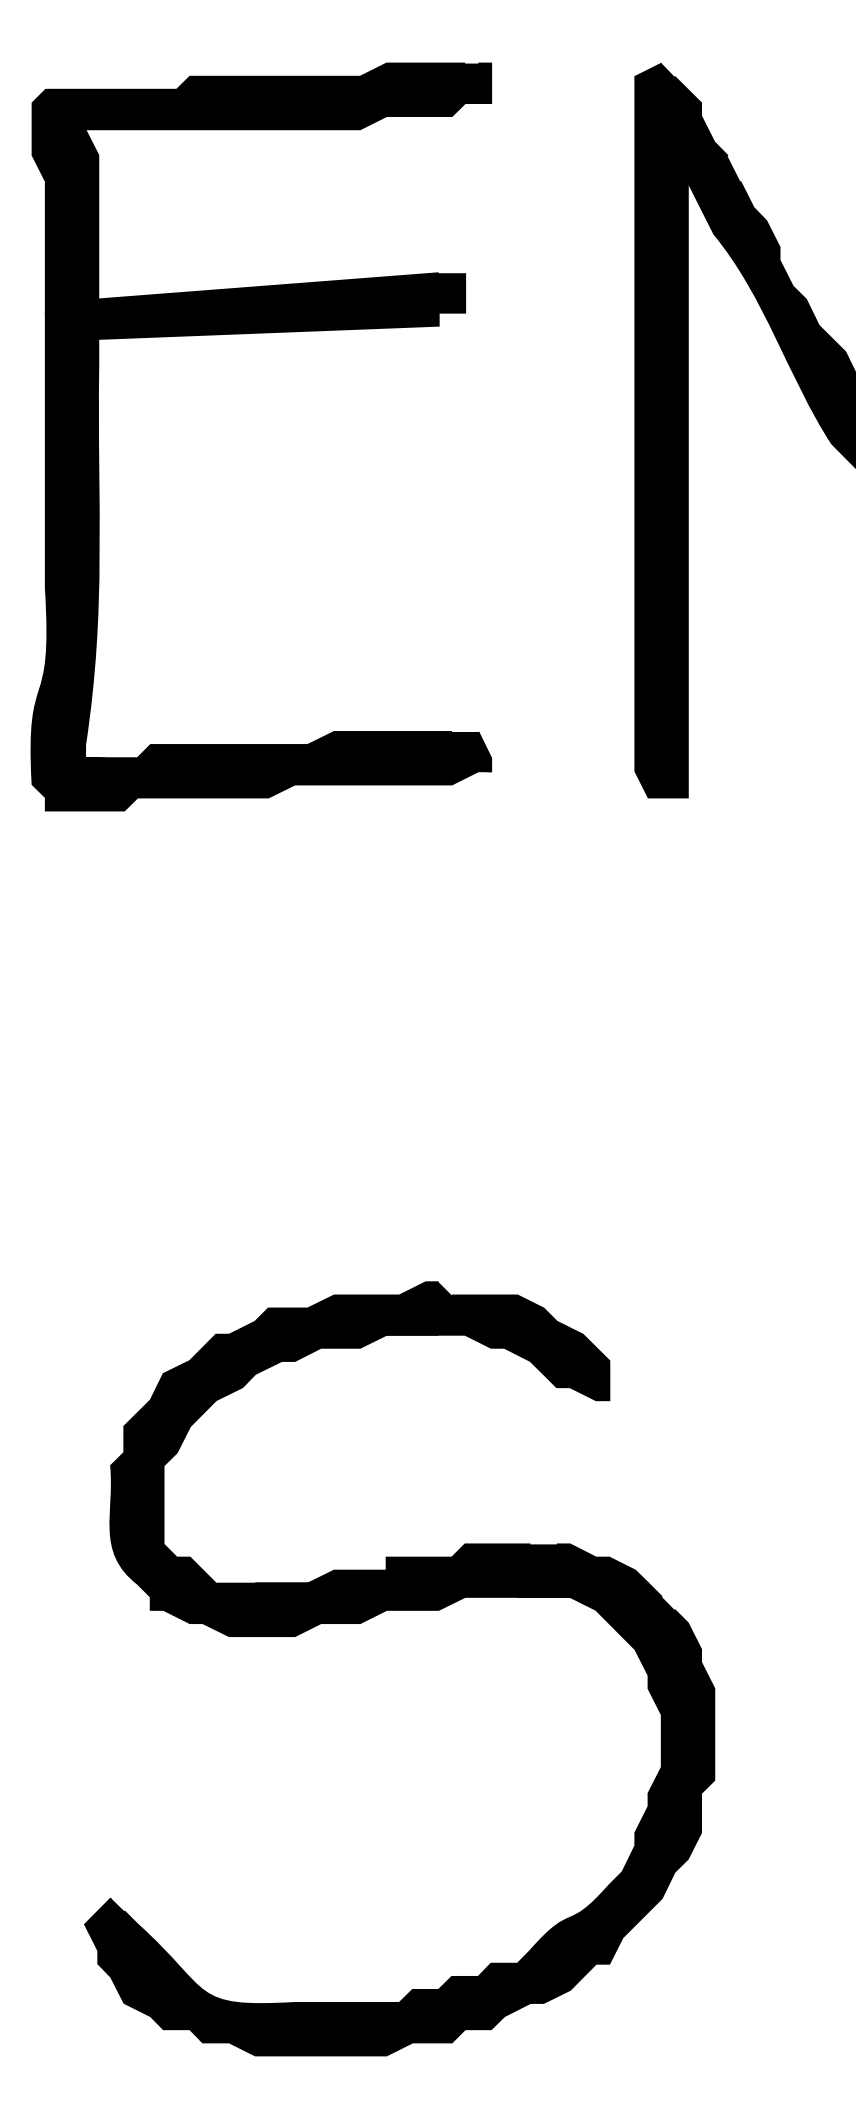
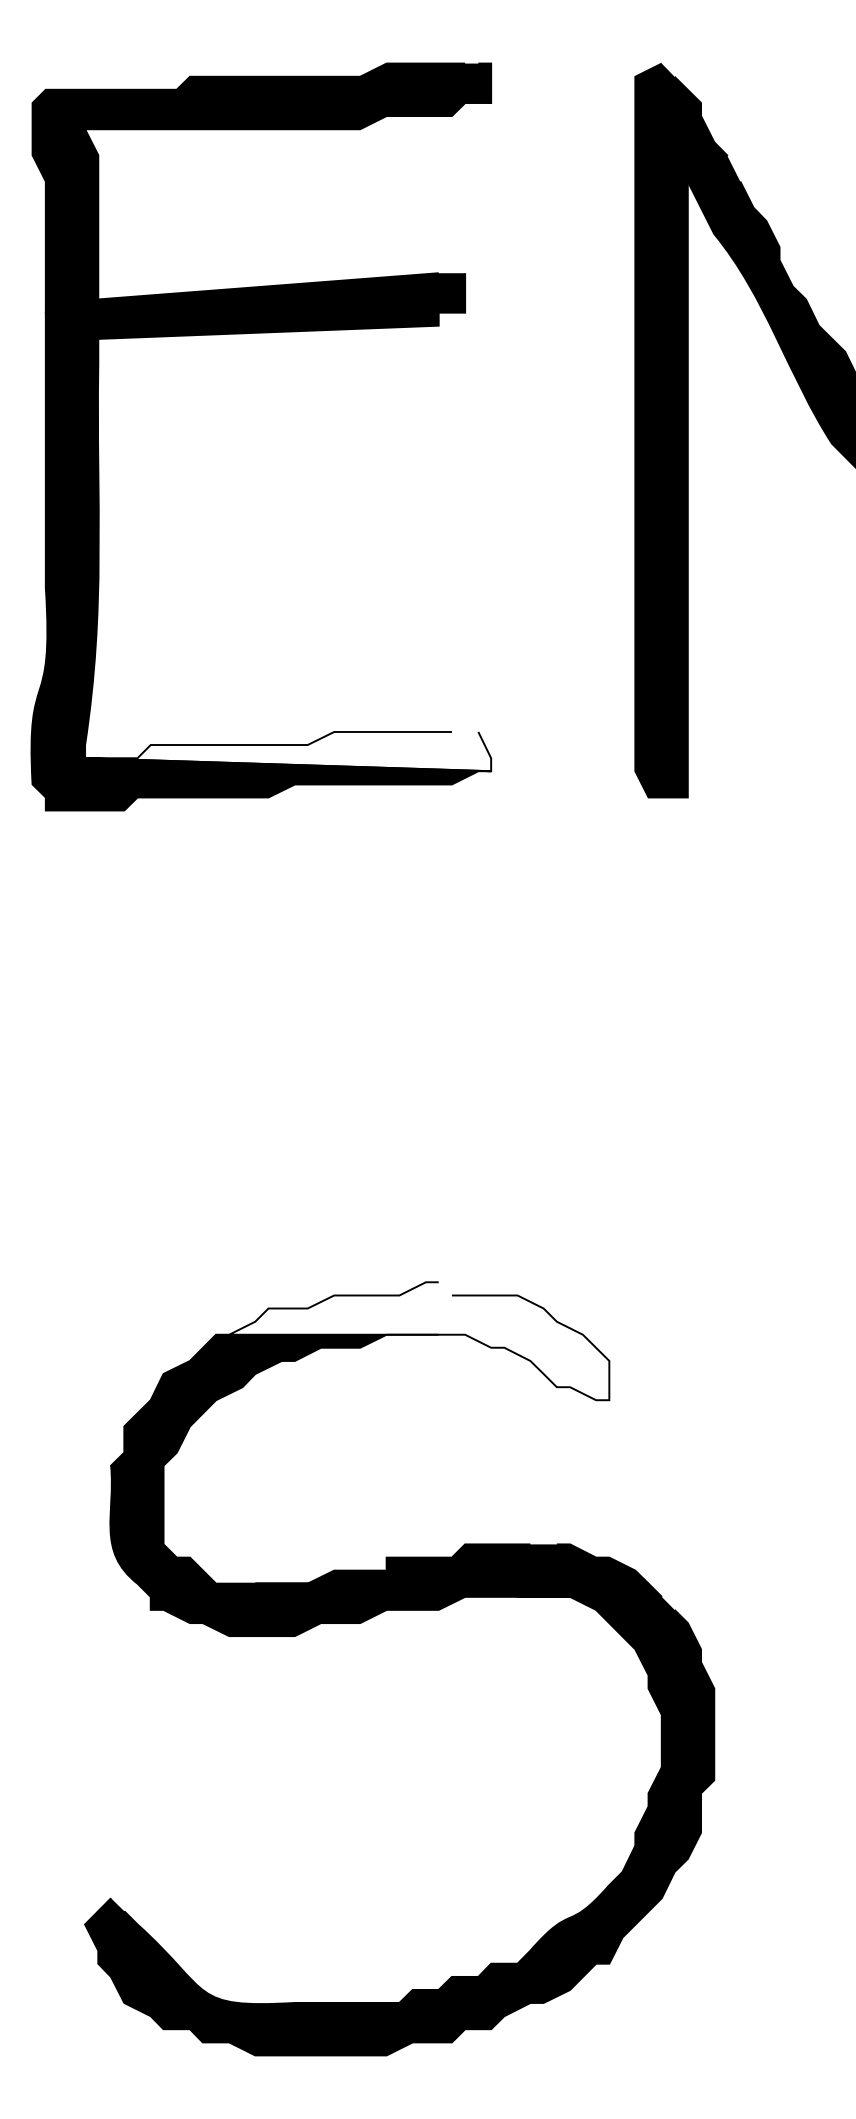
fill at (288, 751): present -> none
fill at (419, 1341): present -> none
